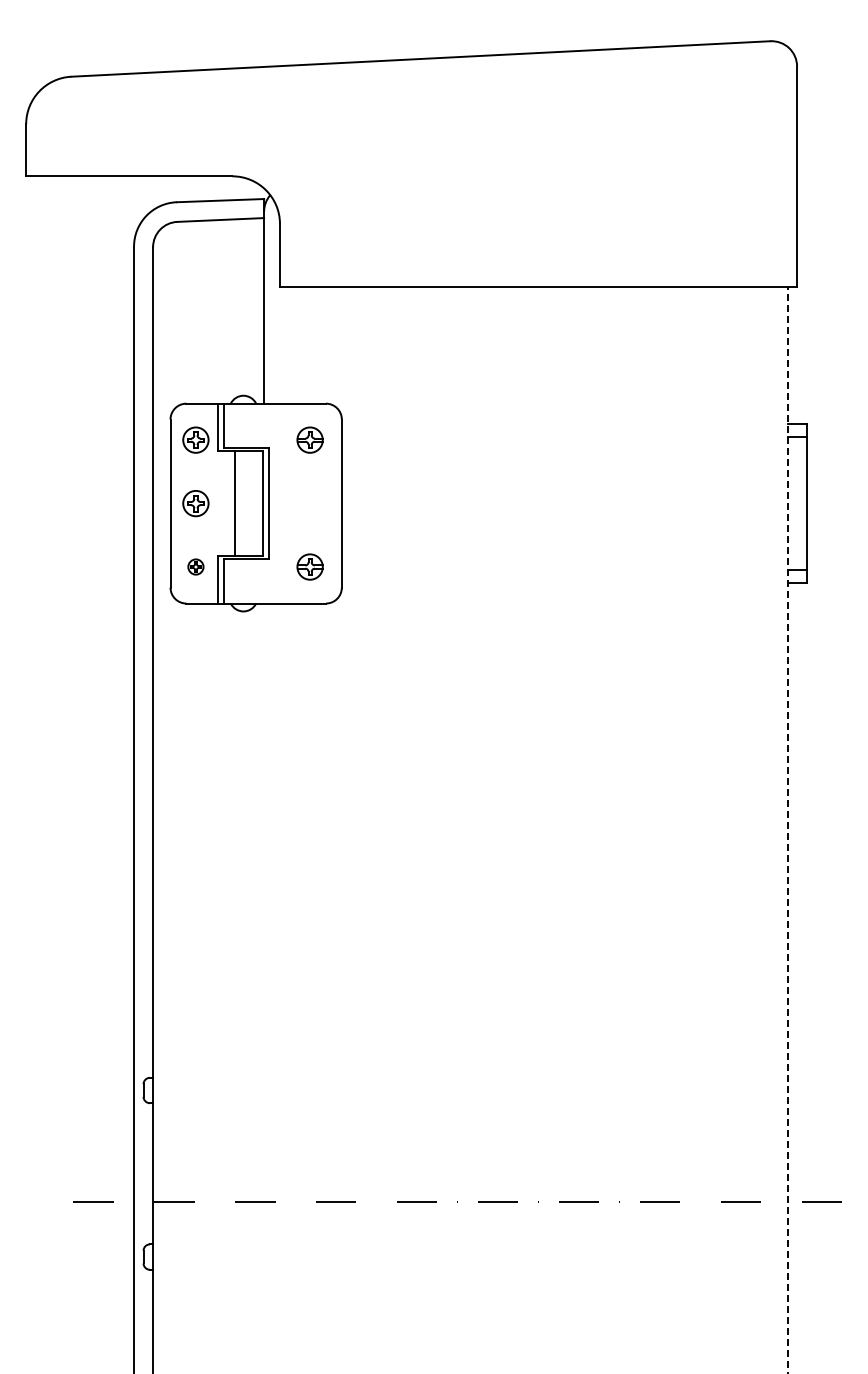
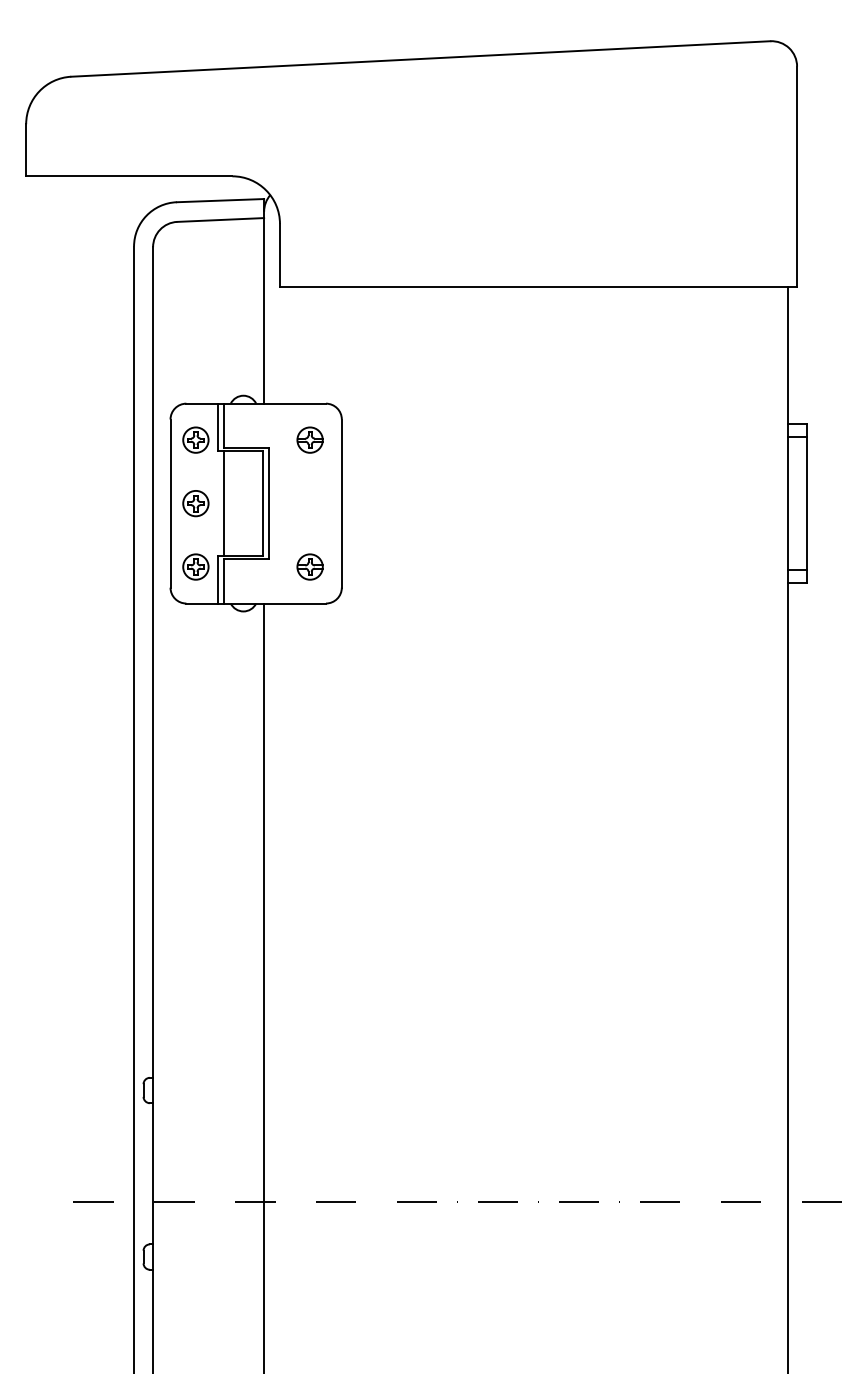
line at (235, 503) position: (235, 503) -> (224, 503)
part at (195, 566) size: 18x18 px -> 28x28 px
line at (787, 830): dashed -> solid
line at (264, 986): none -> present
